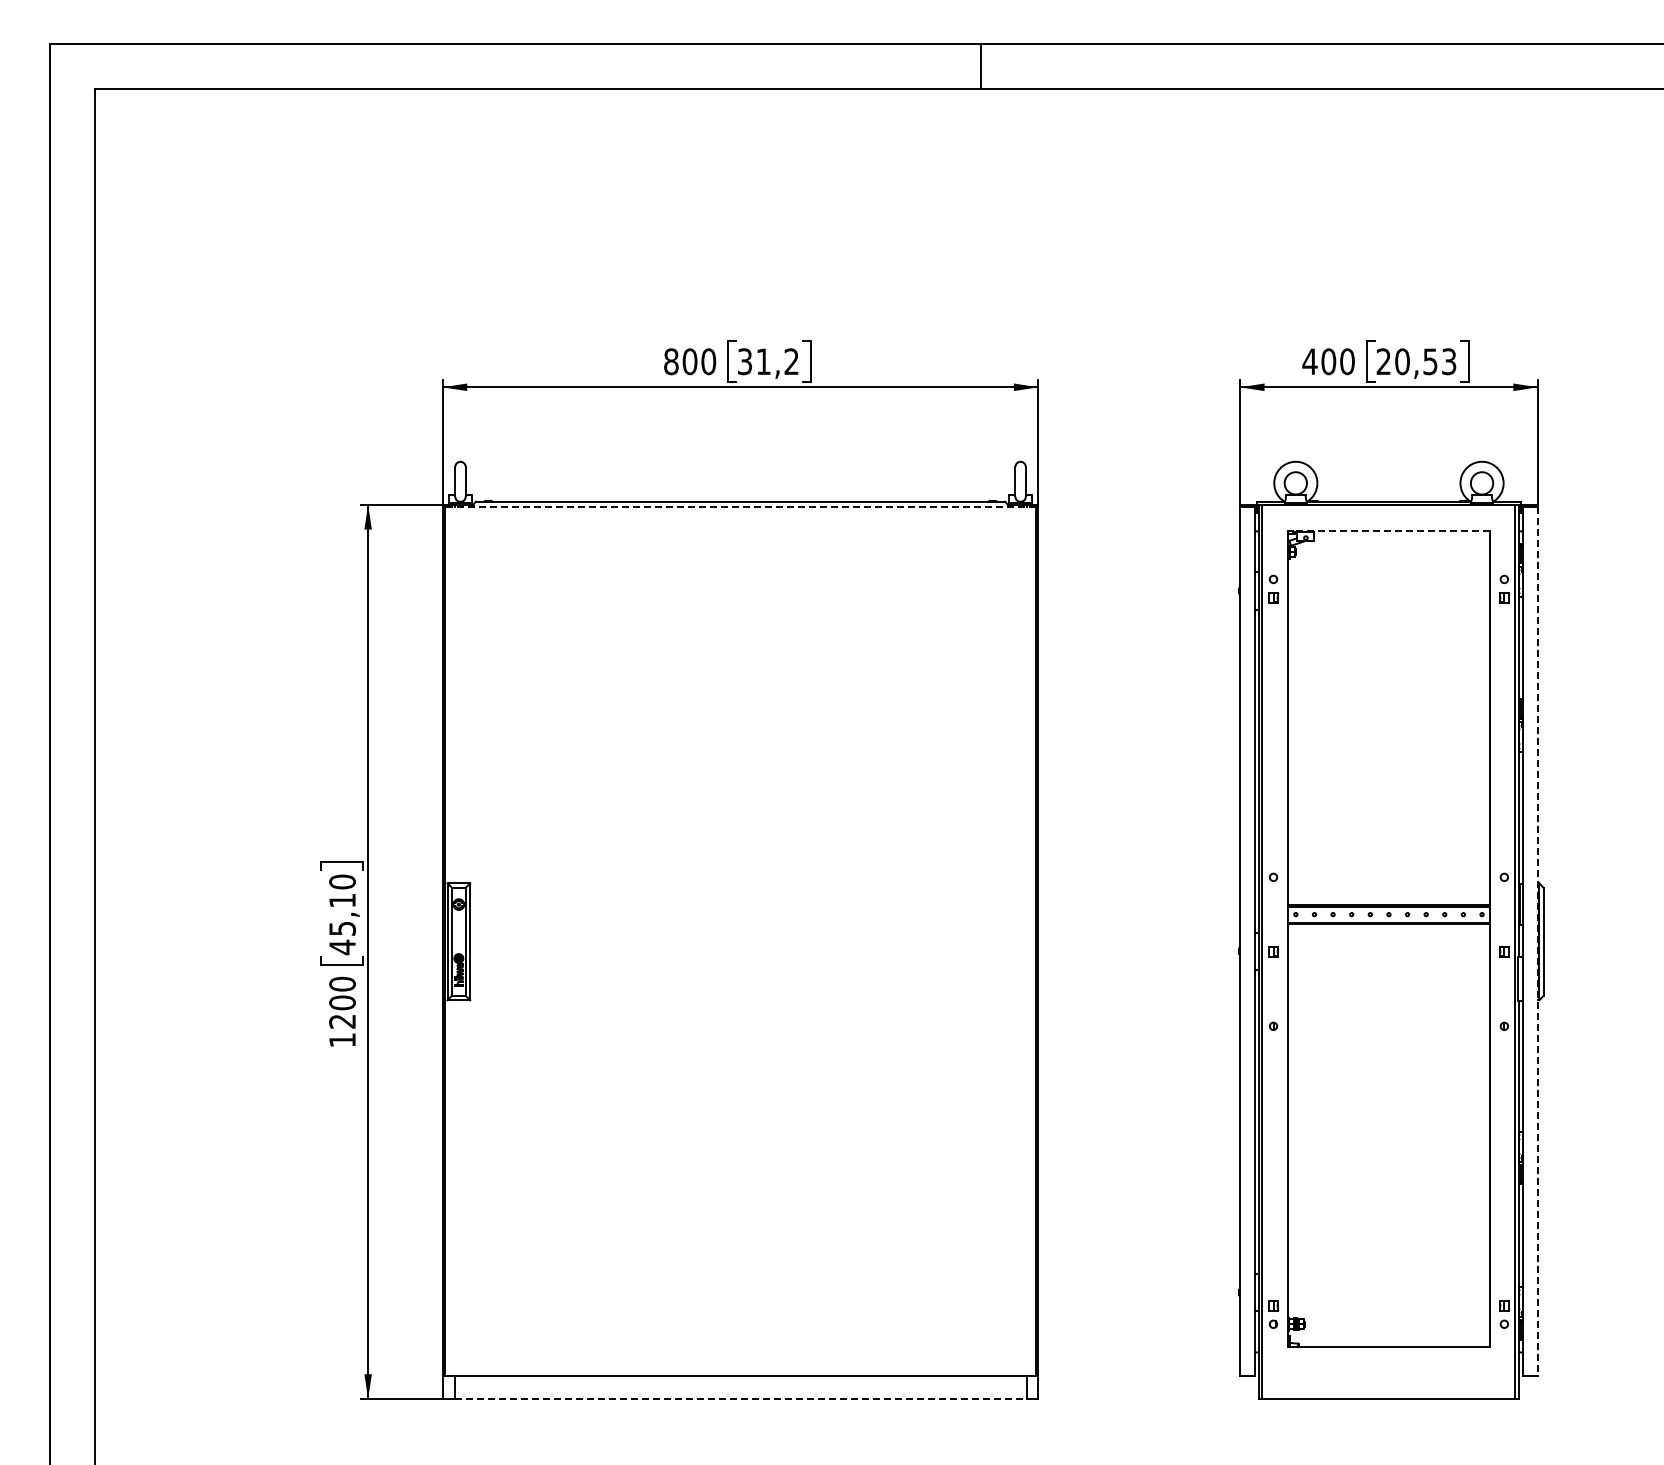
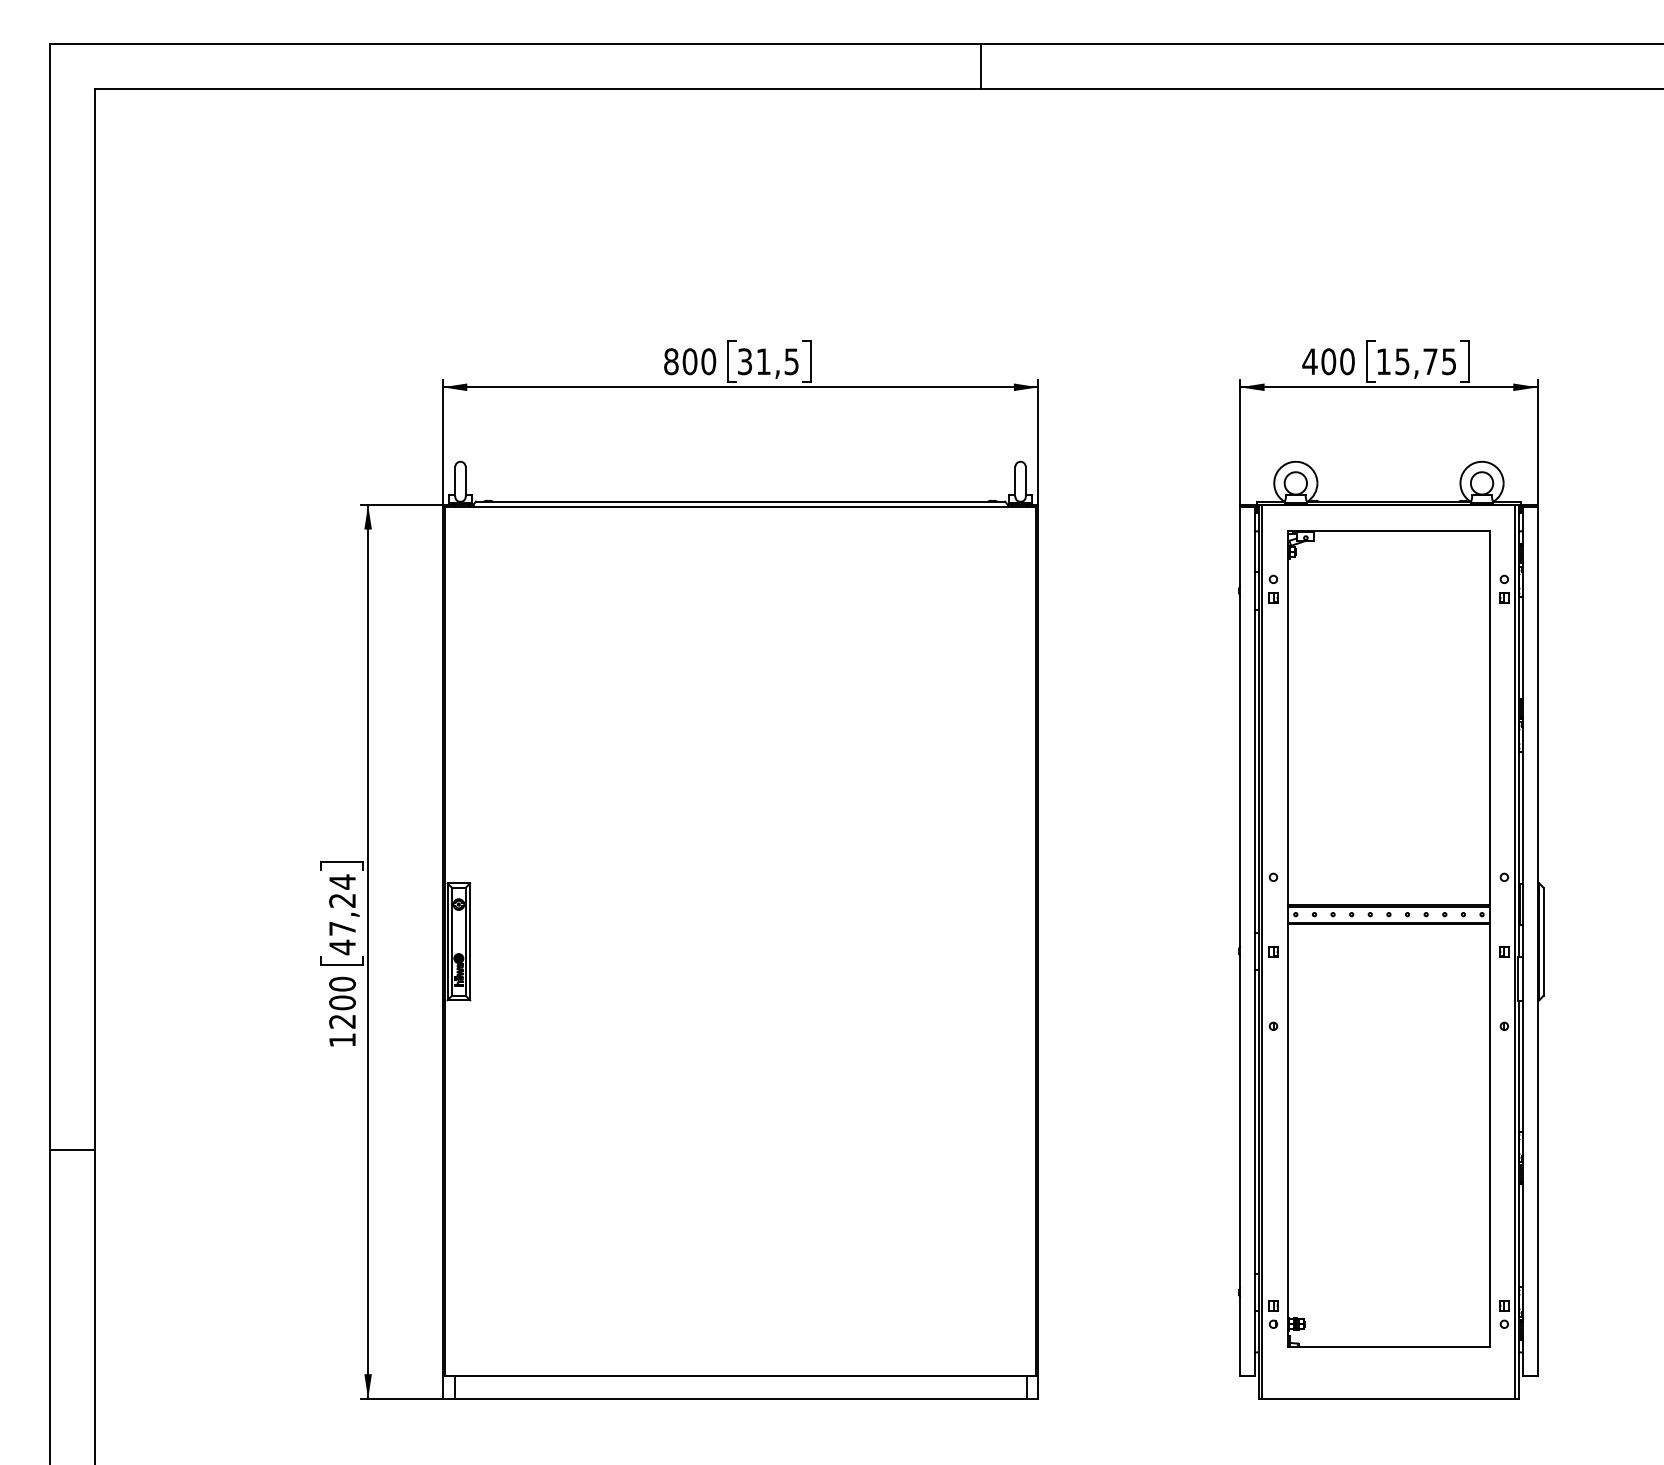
text at (791, 361): 31,2 -> 31,5
text at (1416, 361): 20,53 -> 15,75
line at (740, 507): dashed -> solid
line at (1388, 531): dashed -> solid
text at (342, 904): 45,10 -> 47,24
line at (1537, 941): dashed -> solid
line at (71, 1150): none -> present
line at (741, 1398): dashed -> solid
